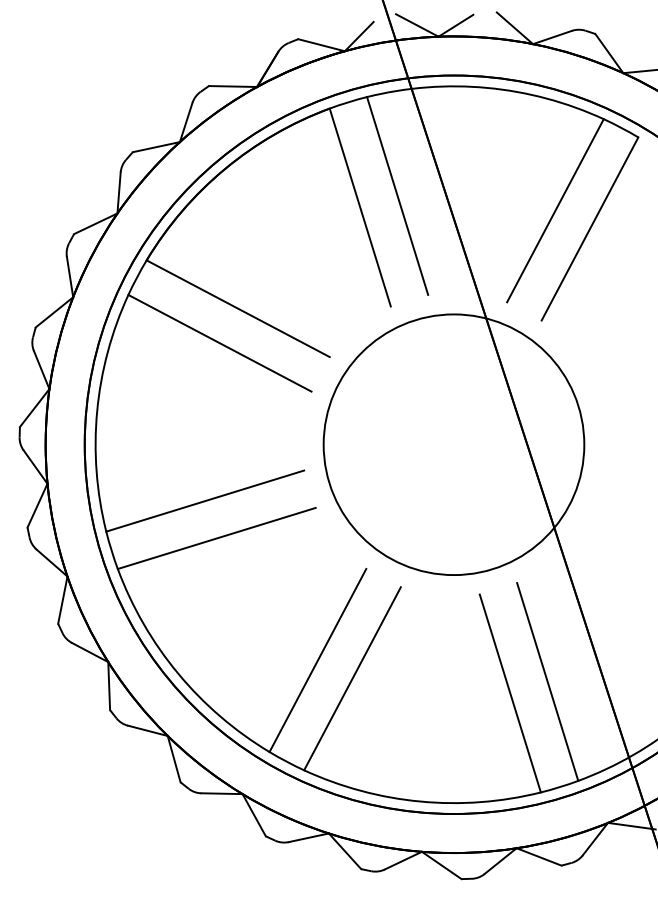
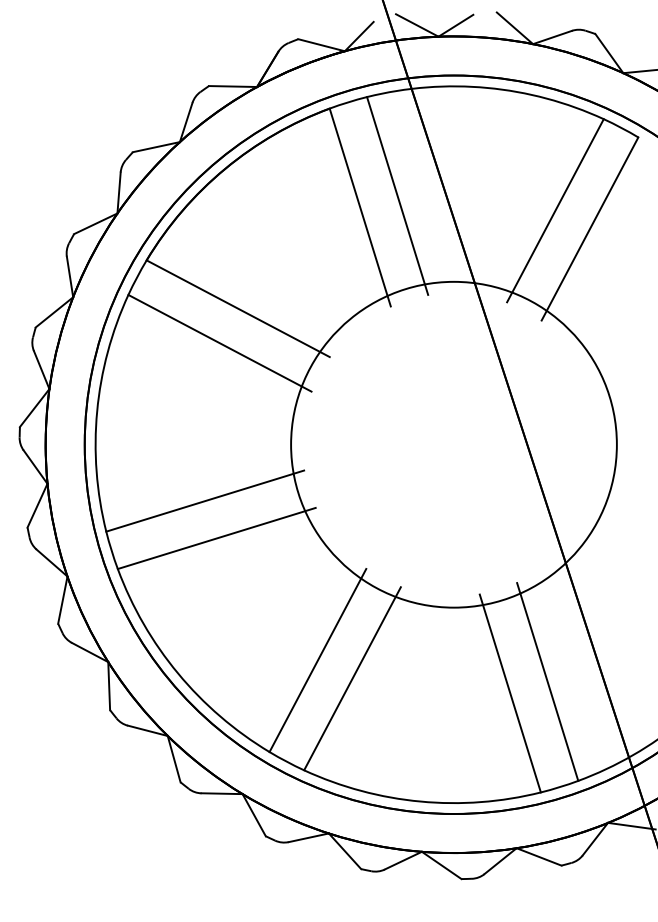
circle at (453, 444) diameter: 261 px -> 326 px
